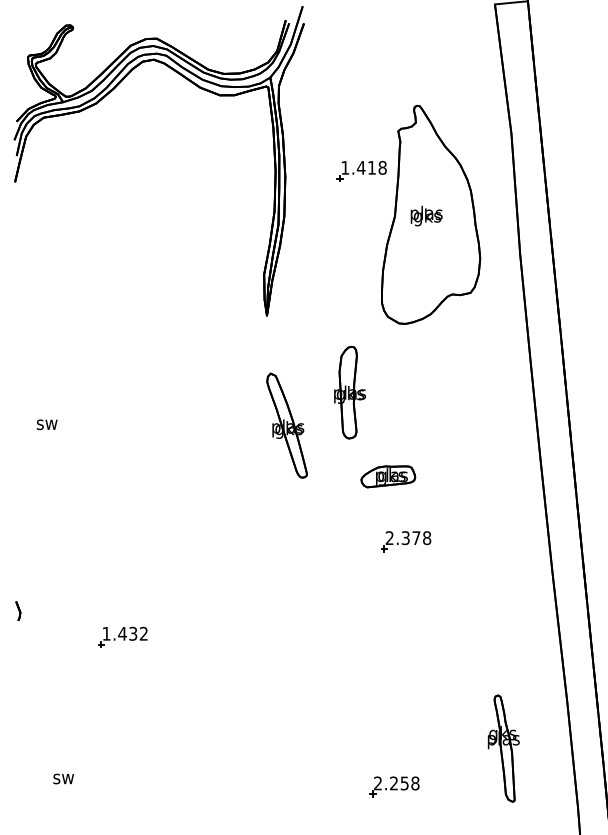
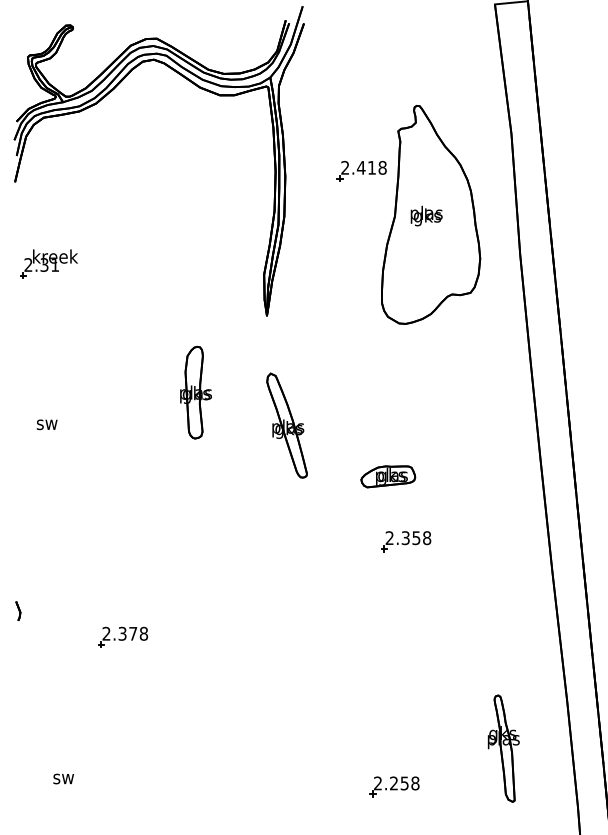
text at (345, 167): 1.418 -> 2.418
part at (48, 263): none -> present
part at (349, 392) position: (349, 392) -> (195, 392)
text at (416, 538): 2.378 -> 2.358
text at (125, 633): 1.432 -> 2.378
